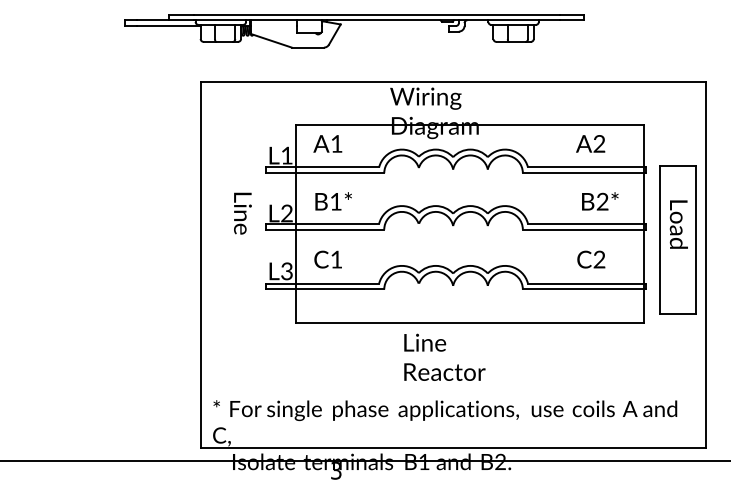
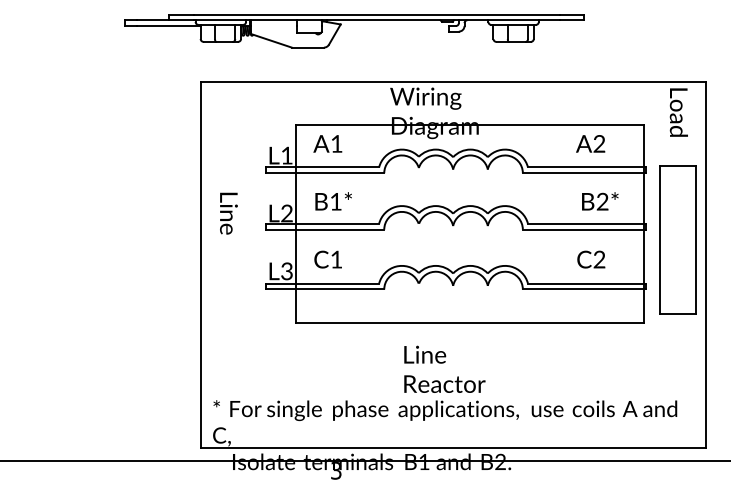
text at (242, 213) position: (242, 213) -> (228, 213)
text at (678, 224) position: (678, 224) -> (678, 112)
text at (444, 356) position: (444, 356) -> (444, 368)
